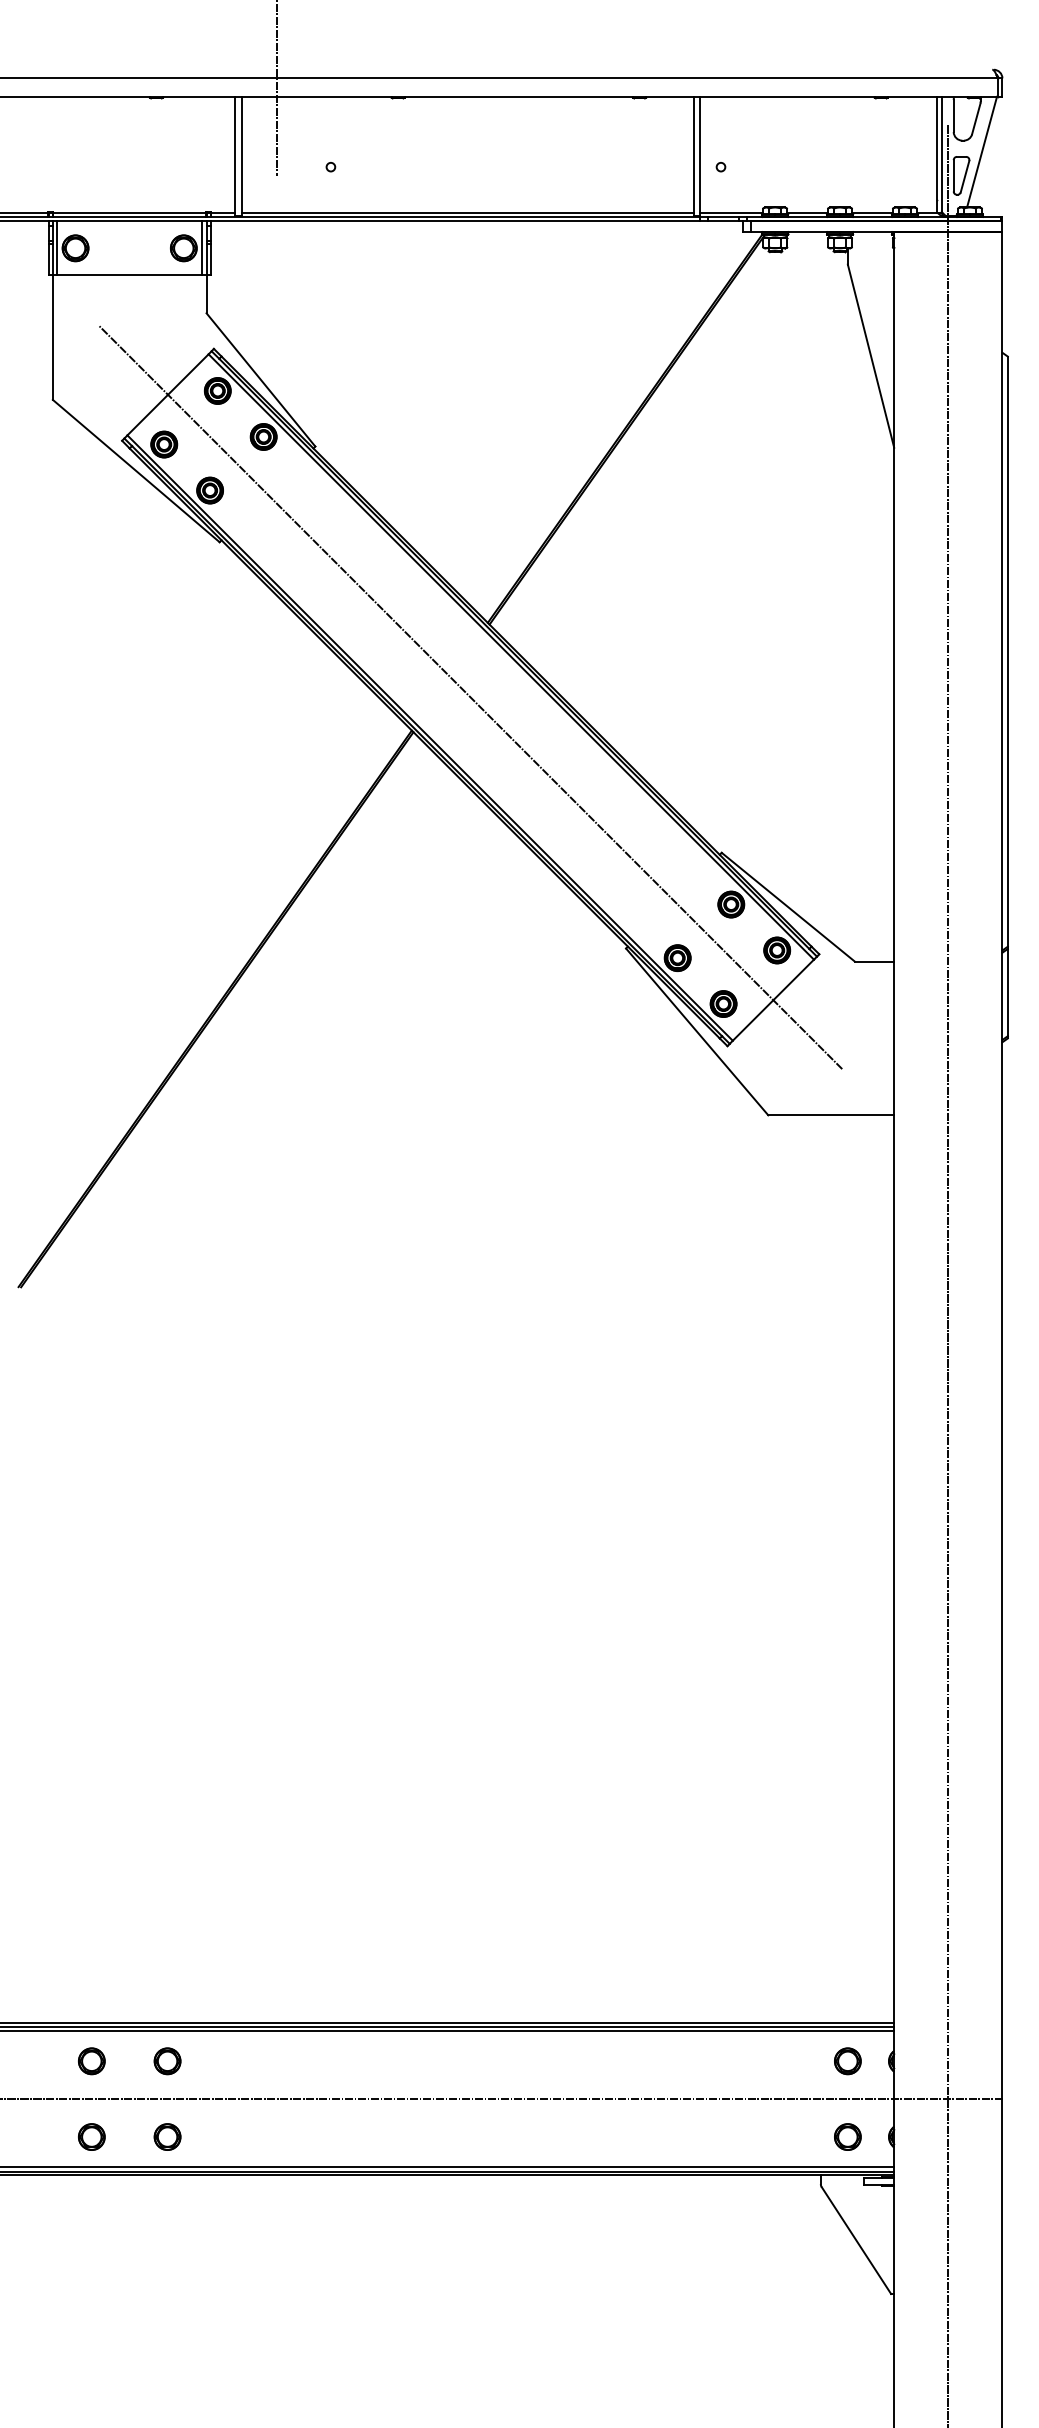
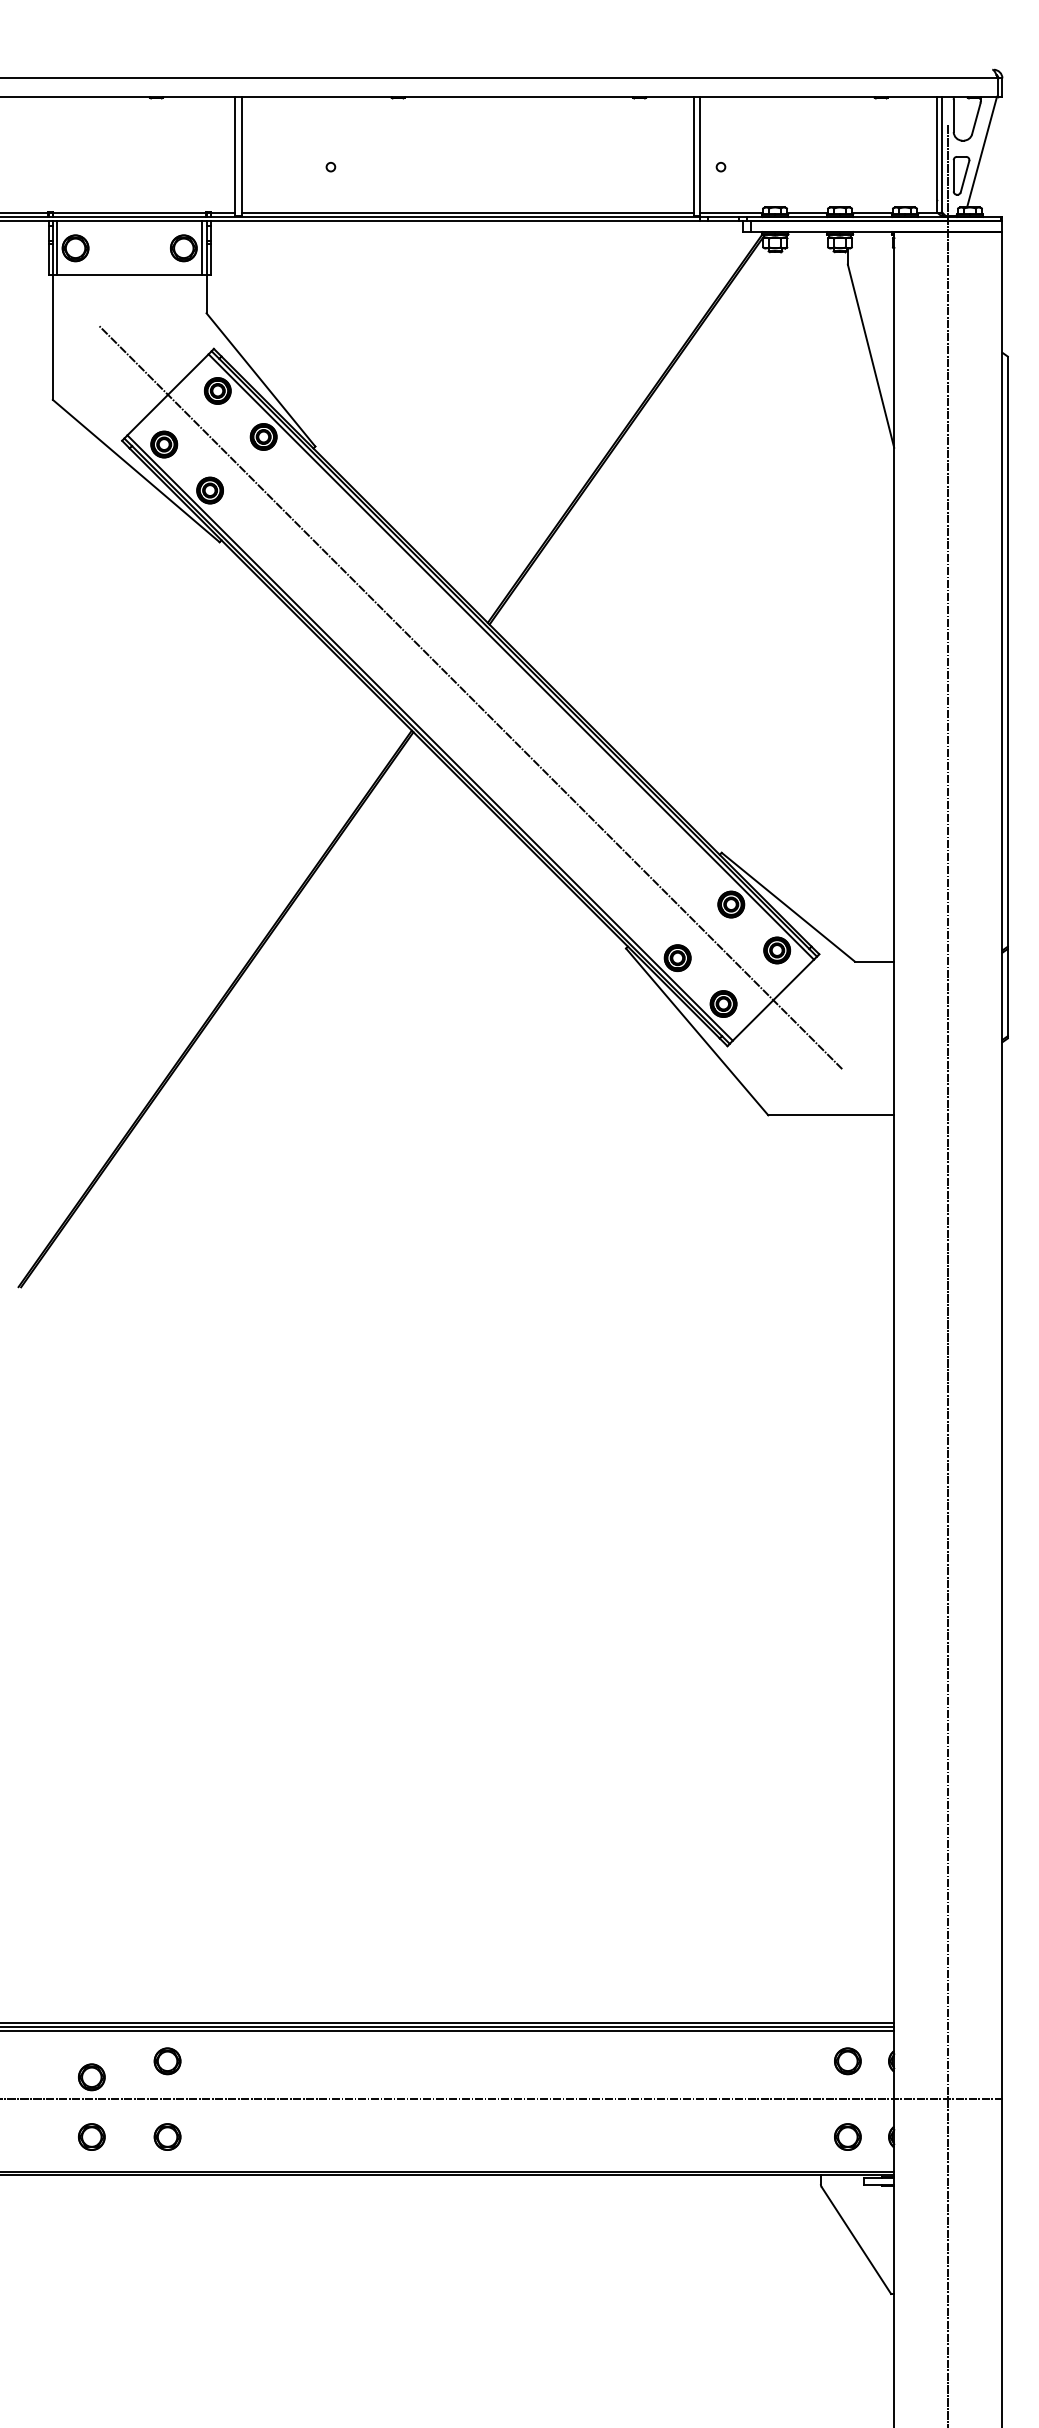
line at (277, 88): present -> none
part at (91, 2061) position: (91, 2061) -> (91, 2077)
line at (448, 2167): present -> none
